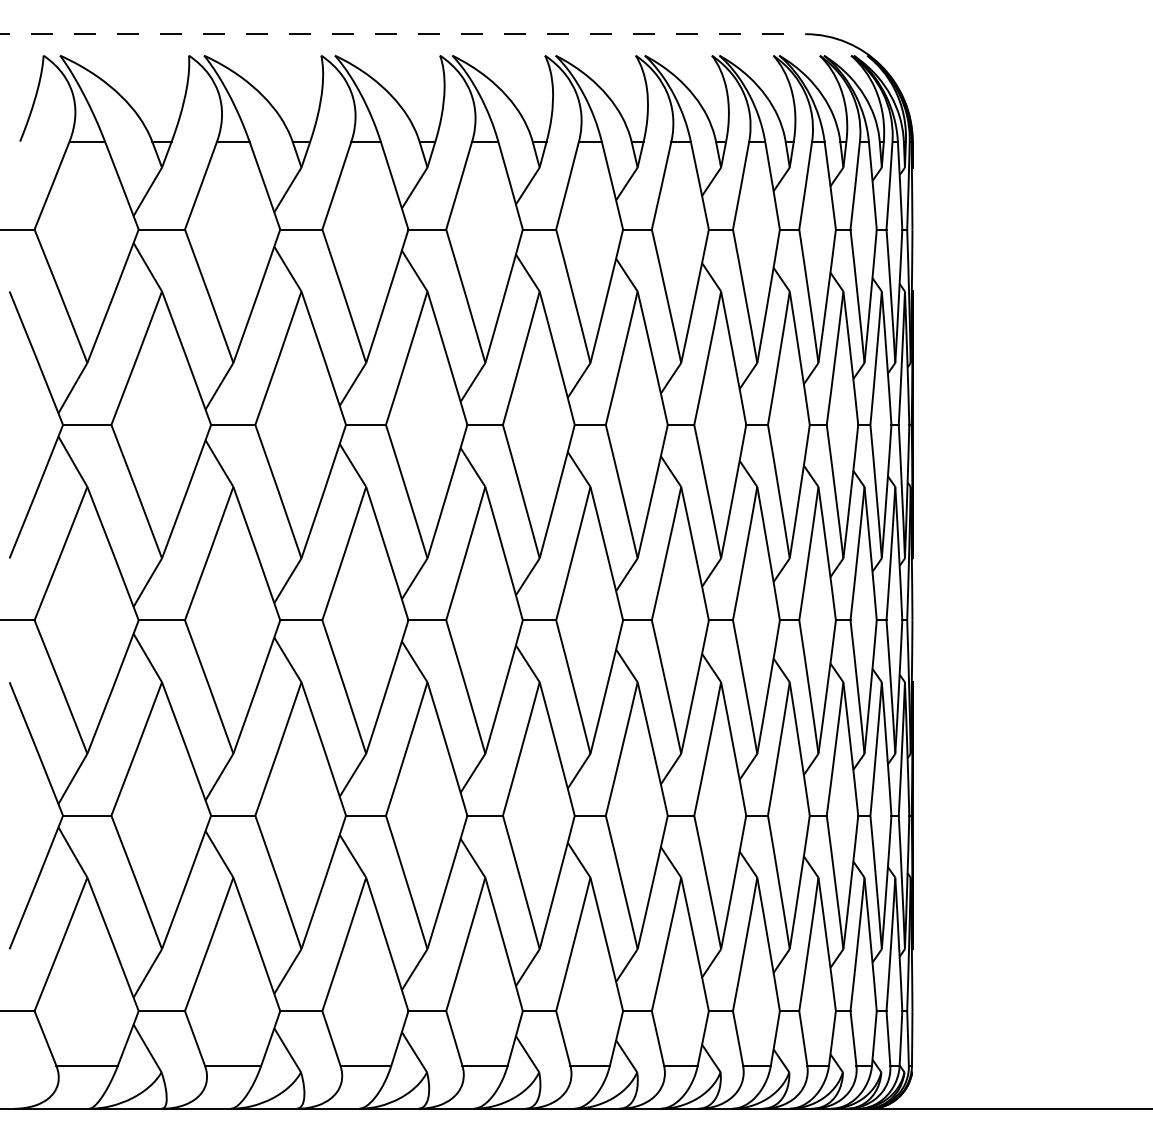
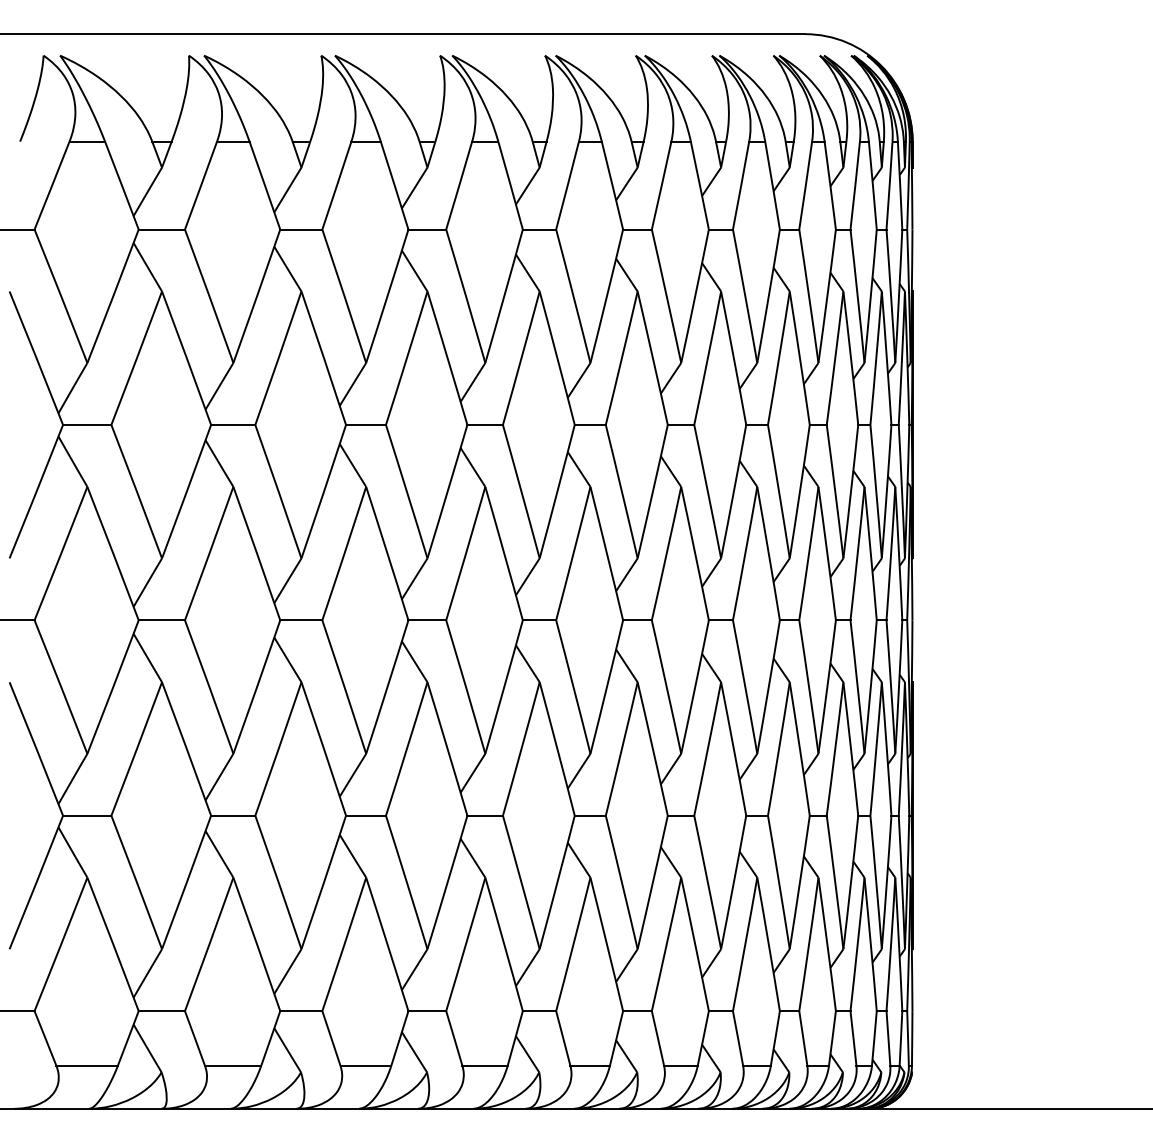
line at (403, 34): dashed -> solid
